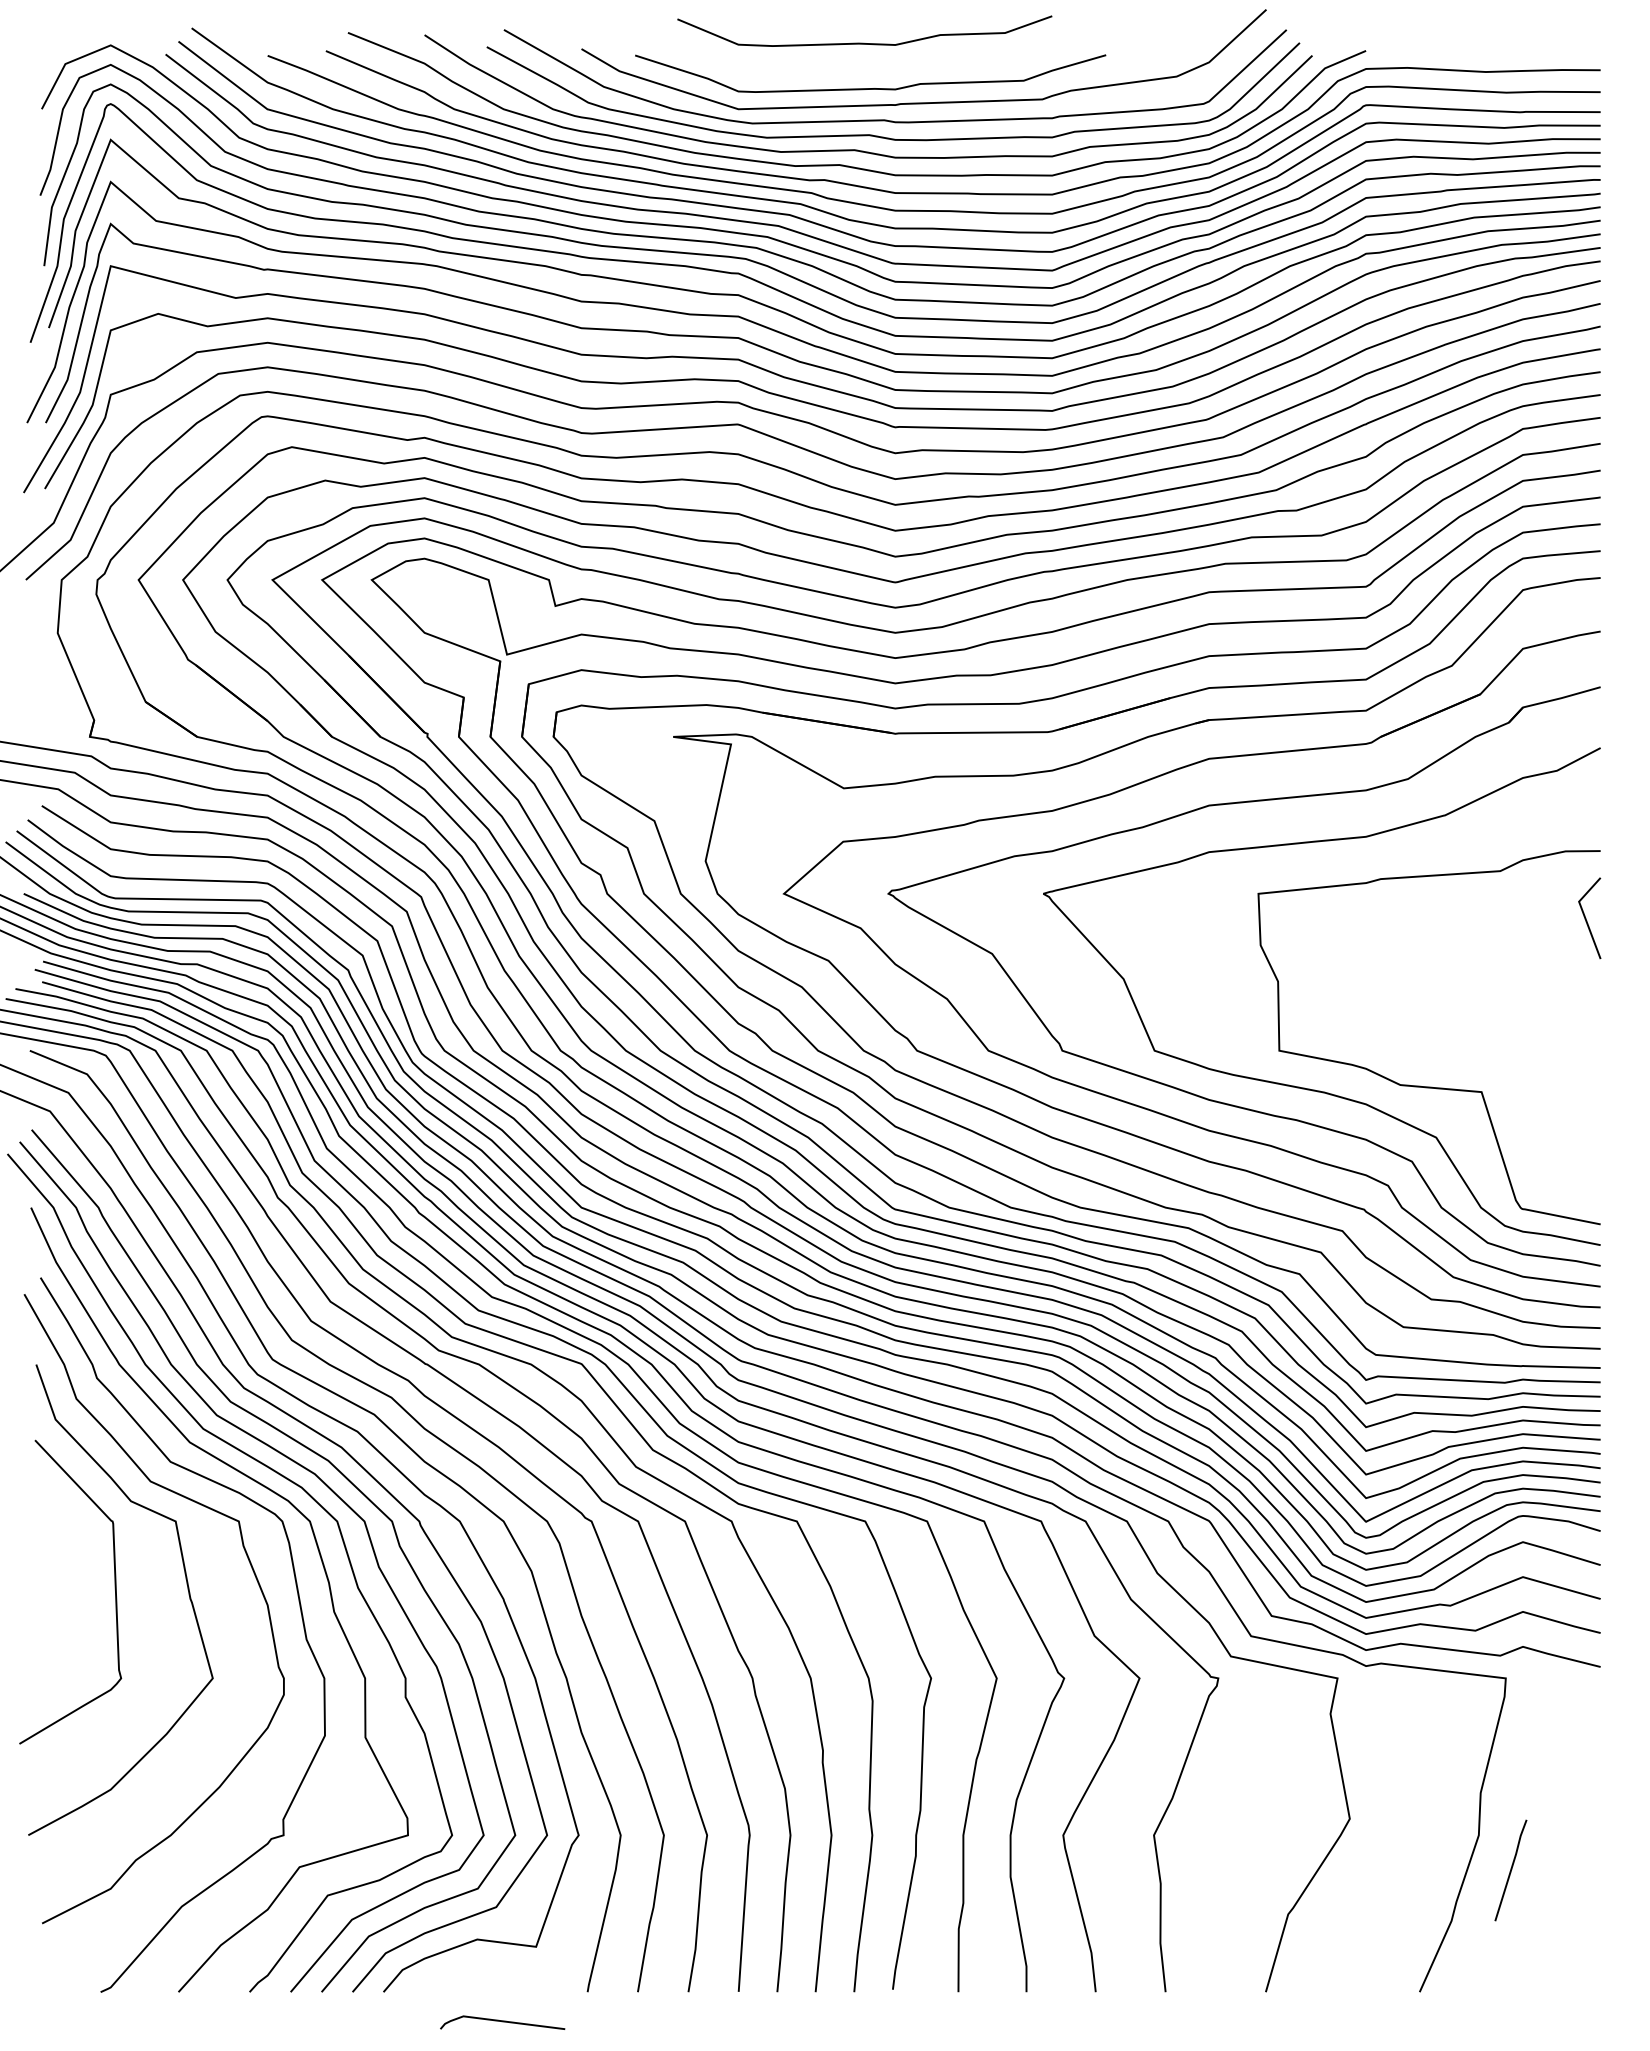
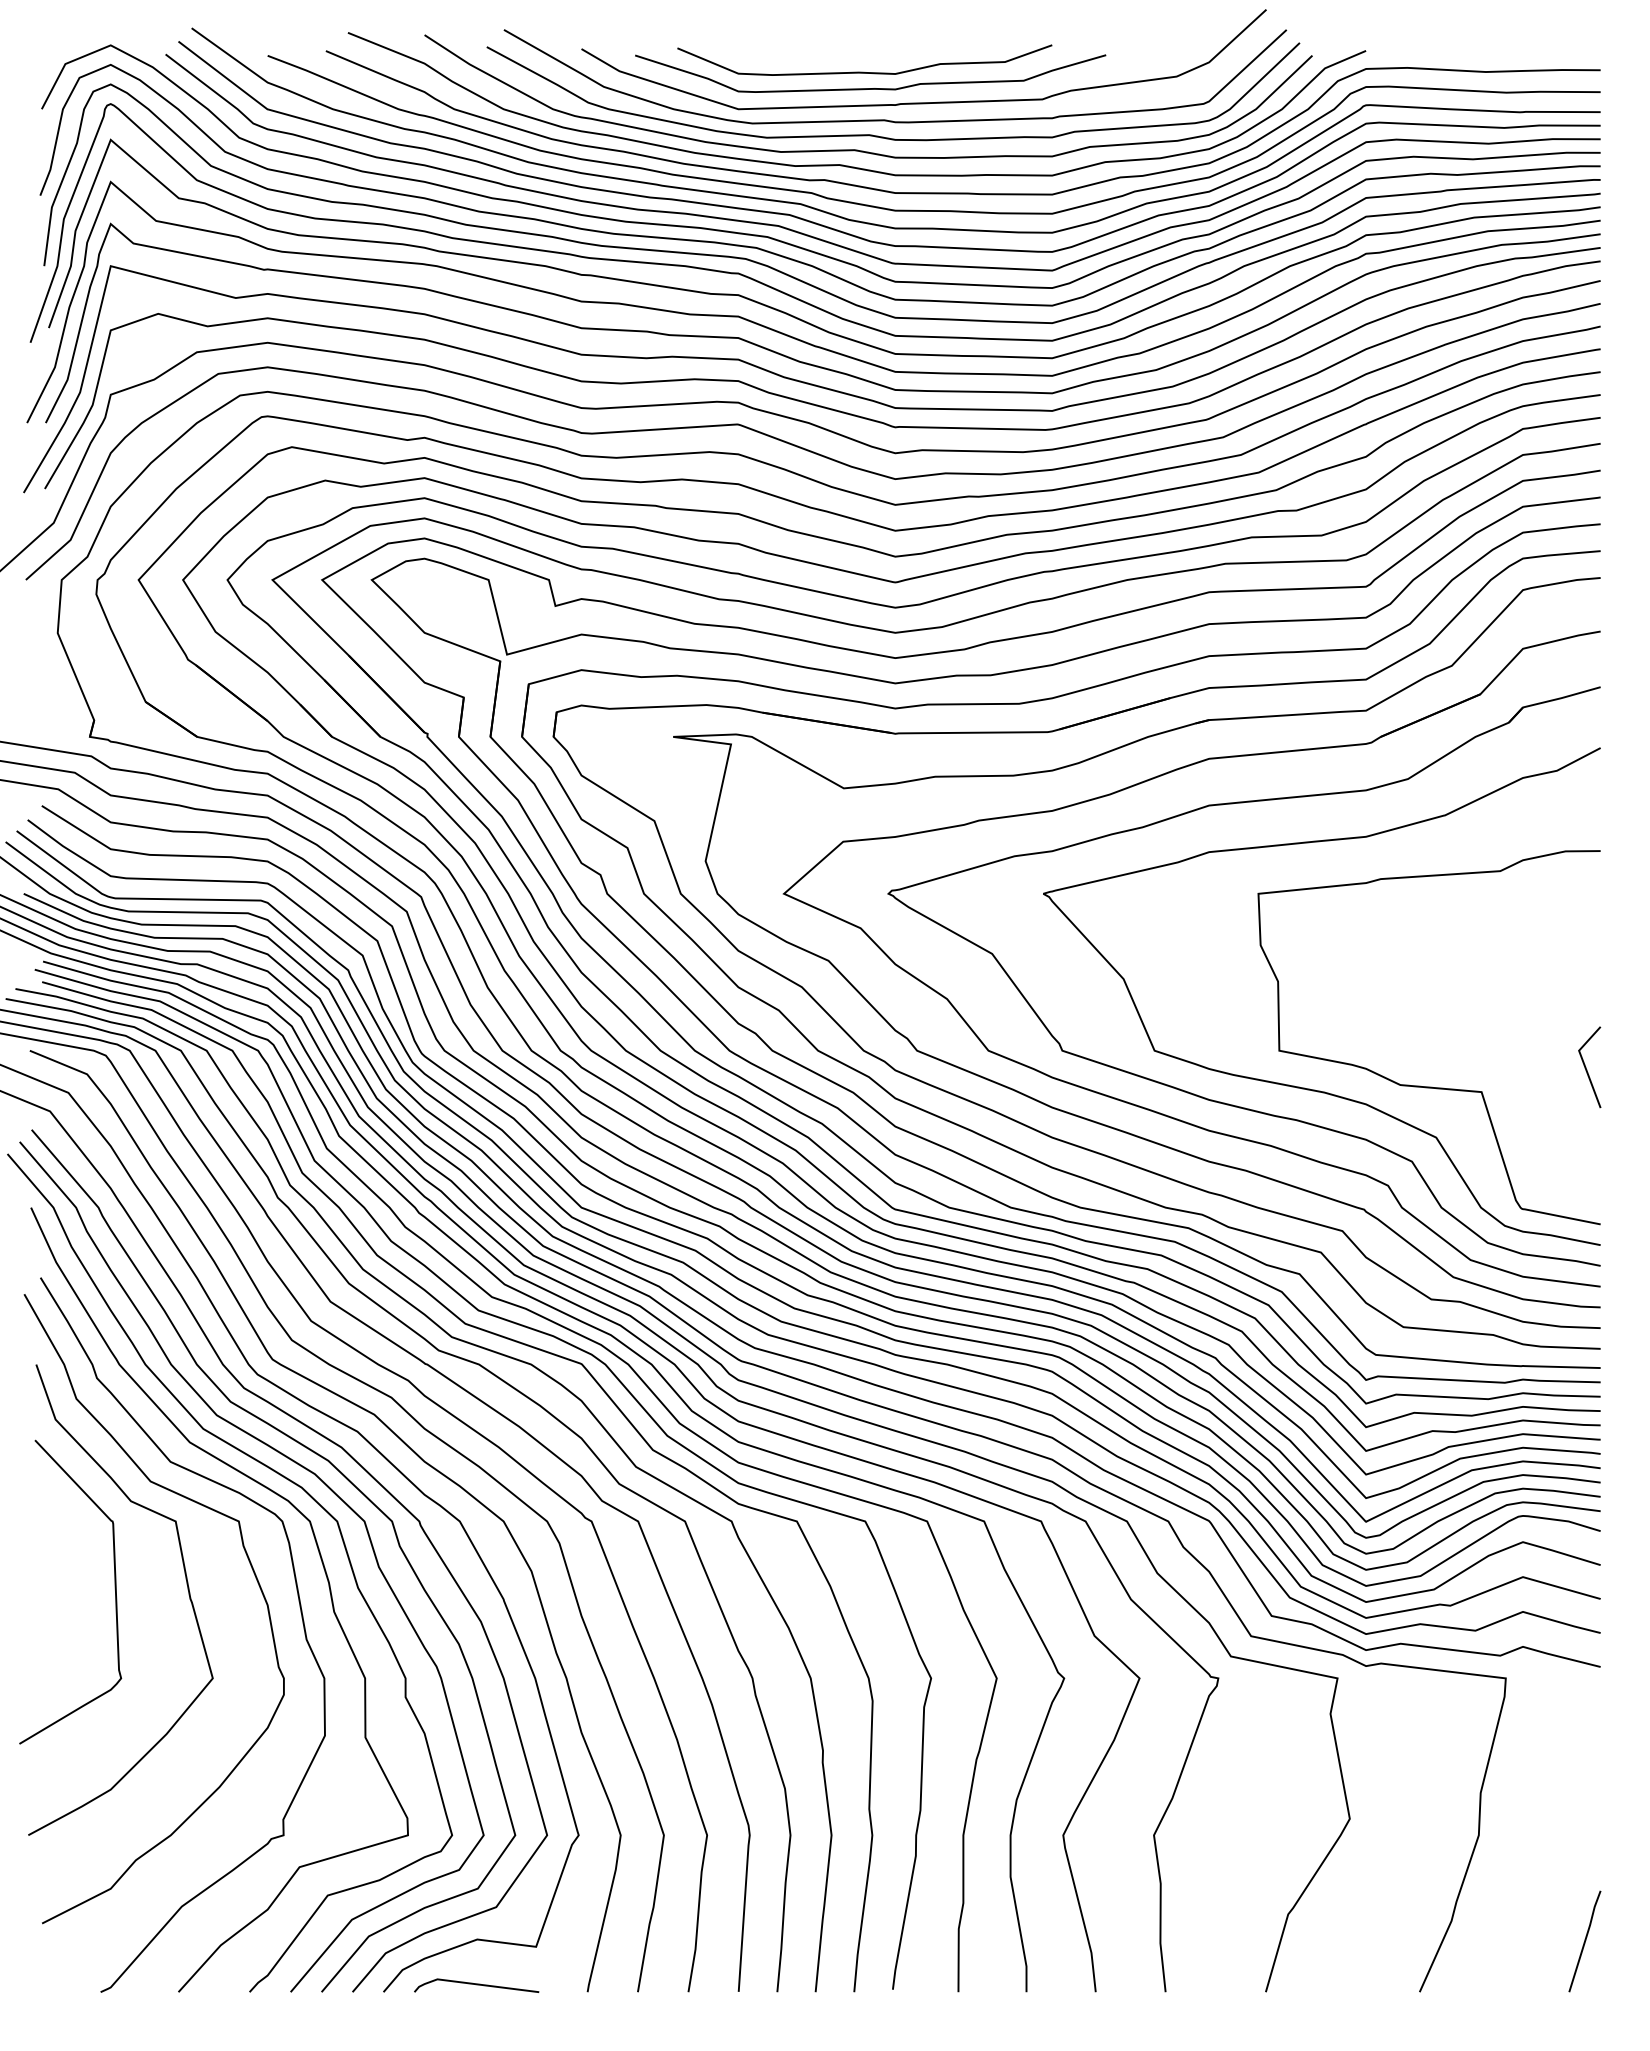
curve at (864, 42) position: (864, 42) -> (864, 71)
line at (1587, 920) position: (1587, 920) -> (1587, 1069)
line at (1510, 1870) position: (1510, 1870) -> (1584, 1941)
line at (502, 2022) position: (502, 2022) -> (476, 1985)
